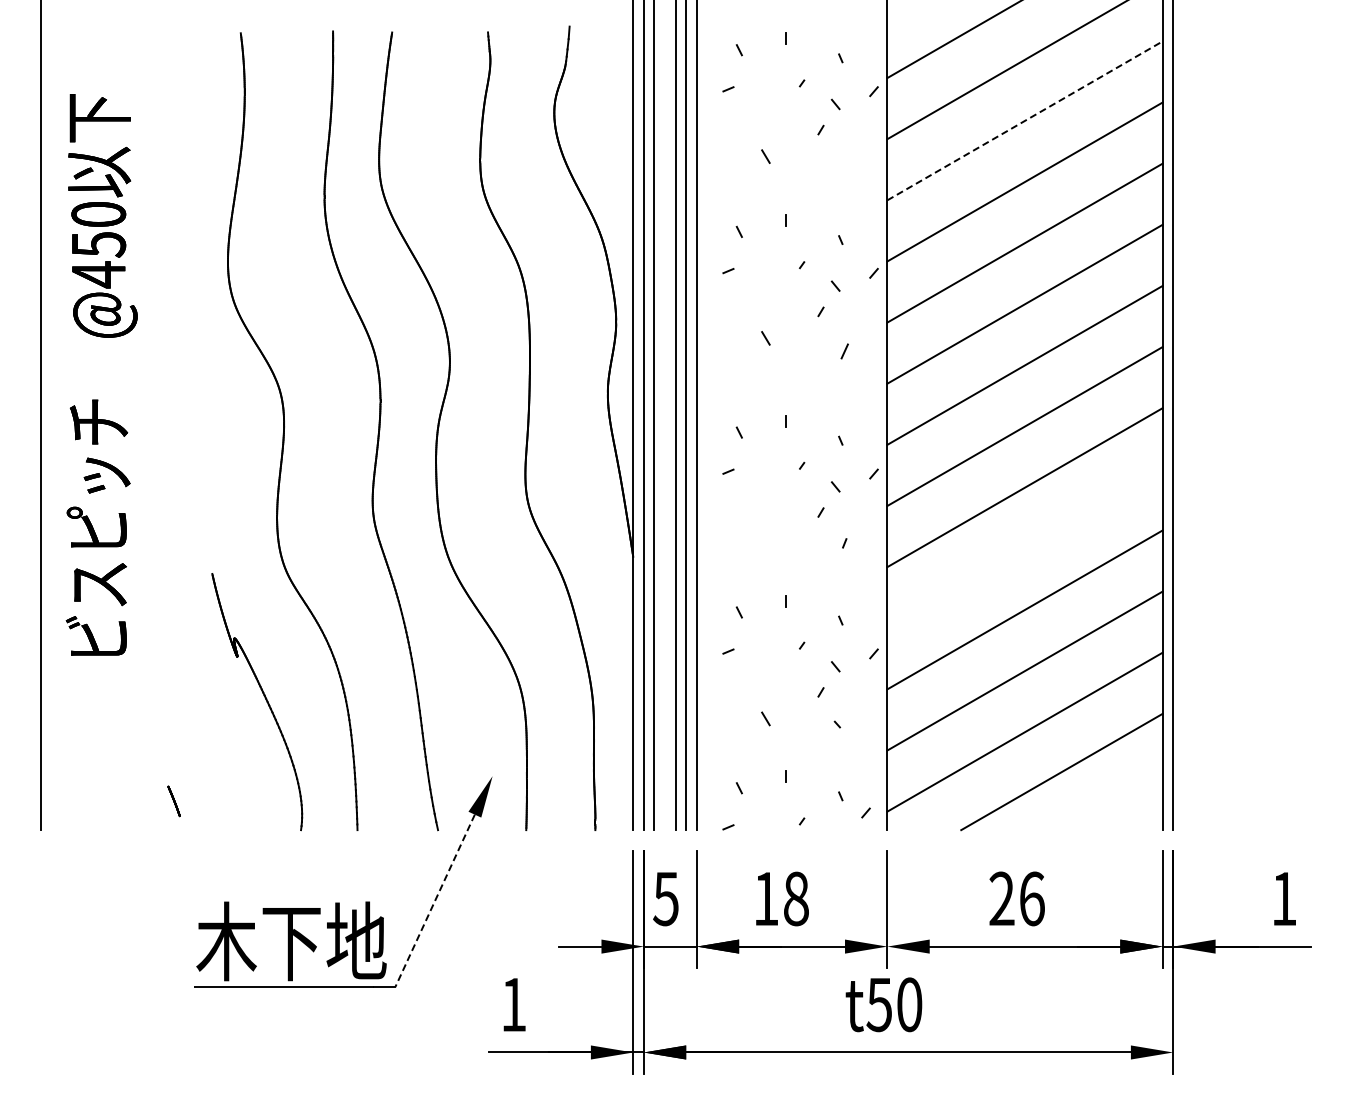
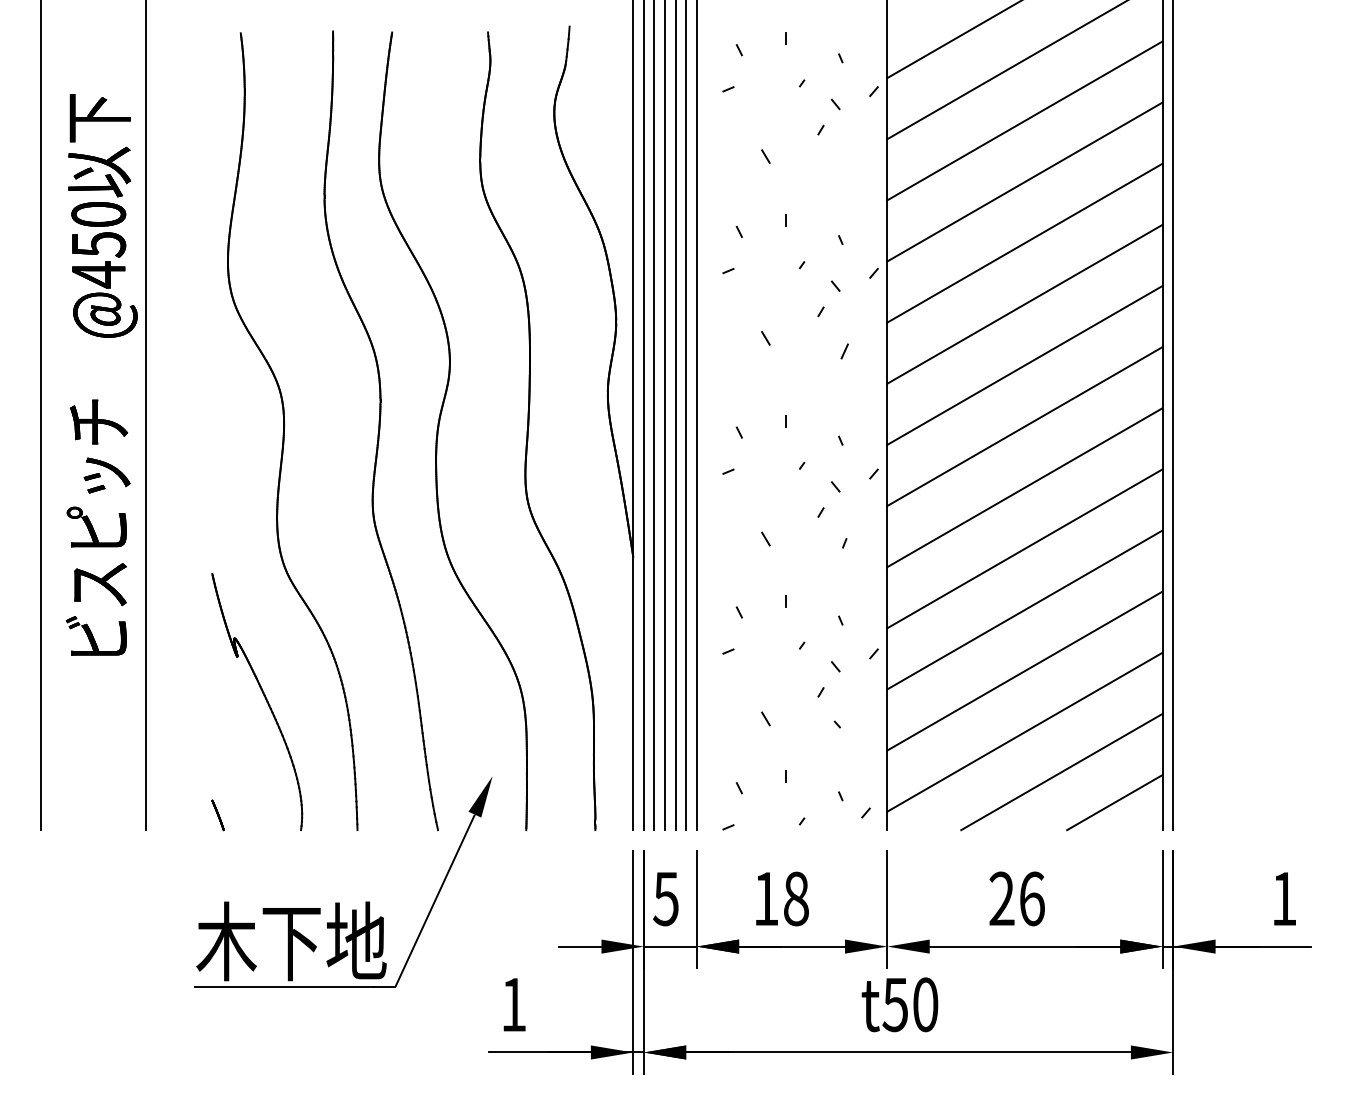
line at (1025, 120): dashed -> solid
line at (146, 416): none -> present
line at (665, 416): none -> present
line at (765, 538): none -> present
line at (1024, 548): none -> present
line at (173, 801) position: (173, 801) -> (217, 815)
line at (1114, 802): none -> present
line at (435, 900): dashed -> solid
text at (883, 1004) position: (883, 1004) -> (899, 1004)
